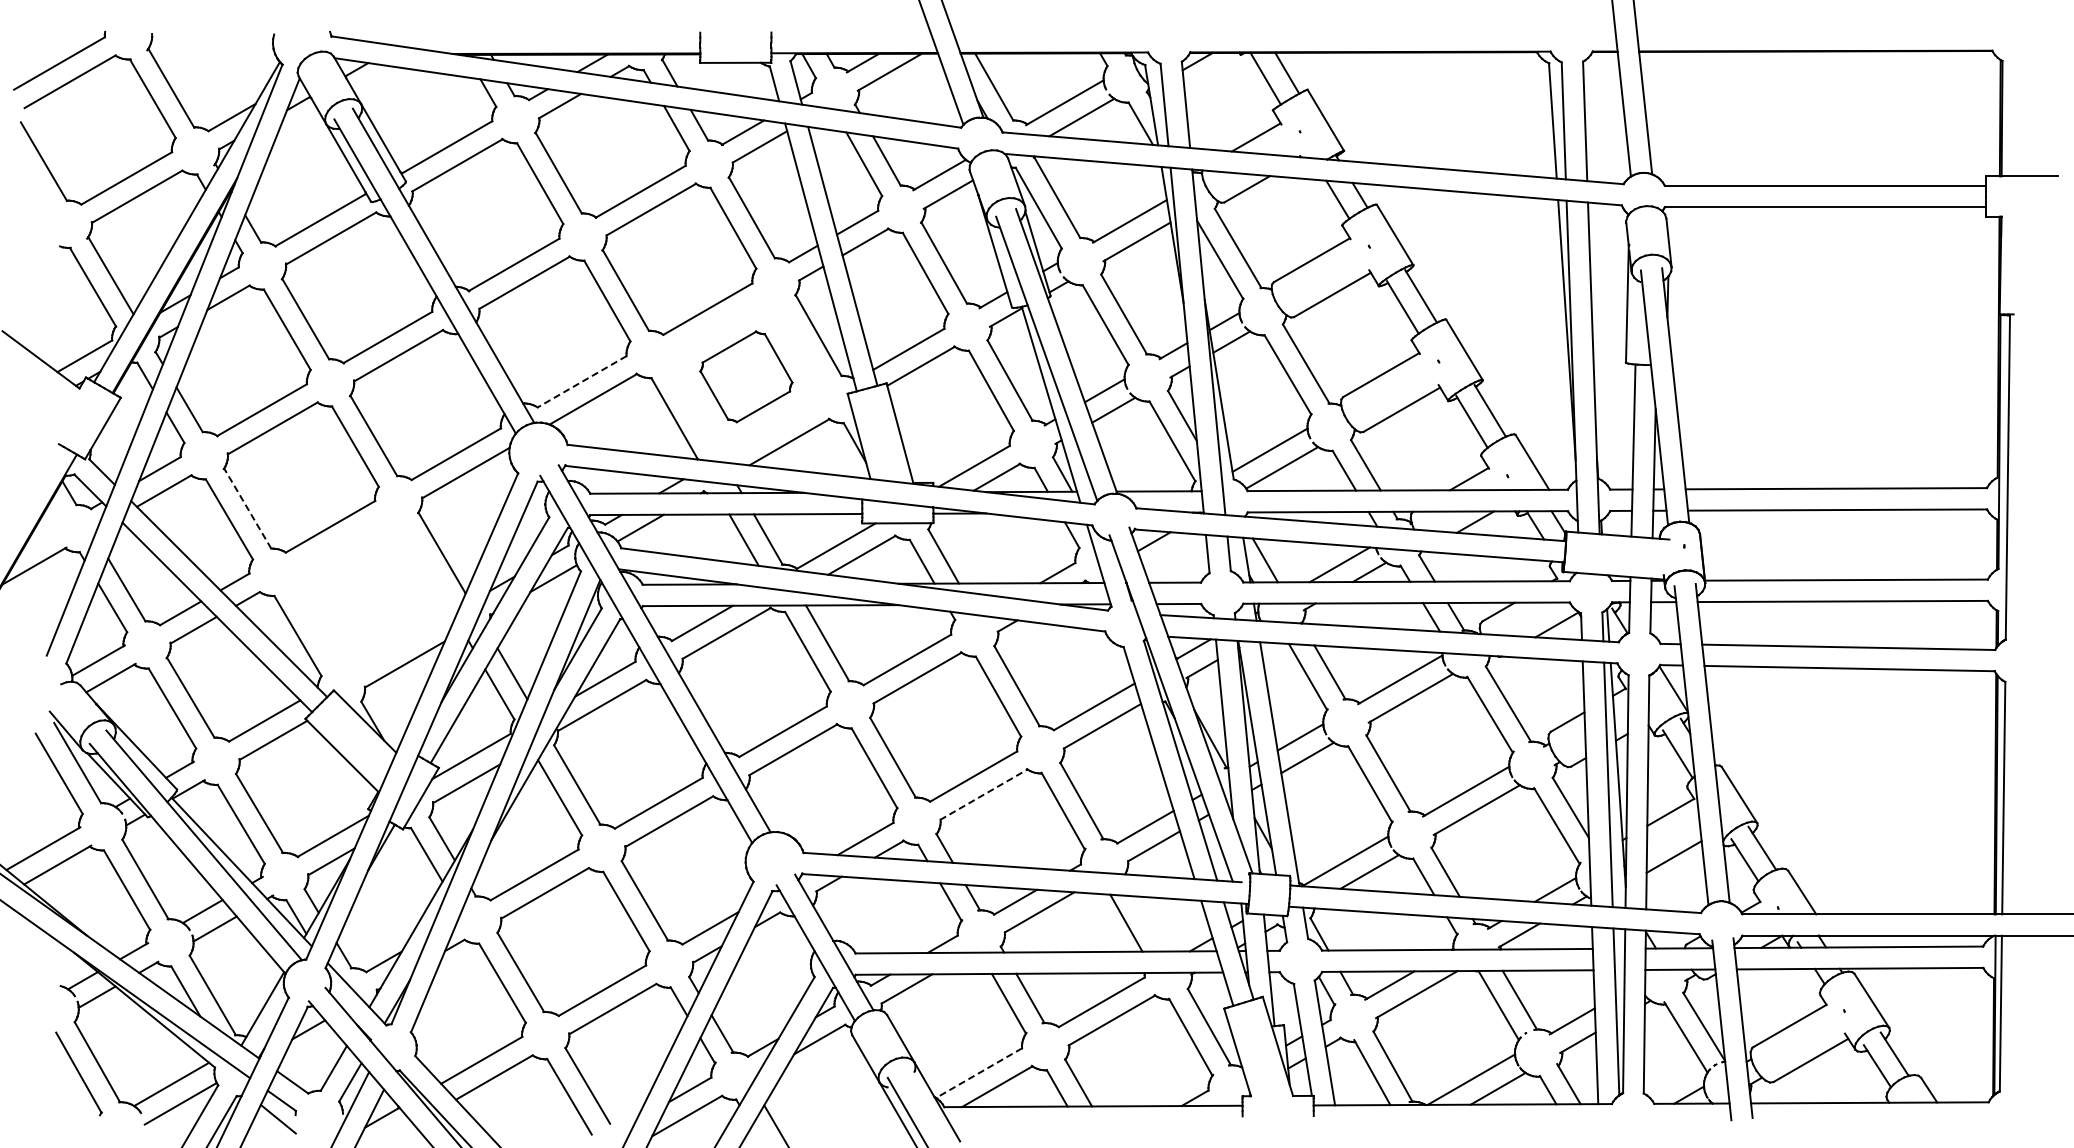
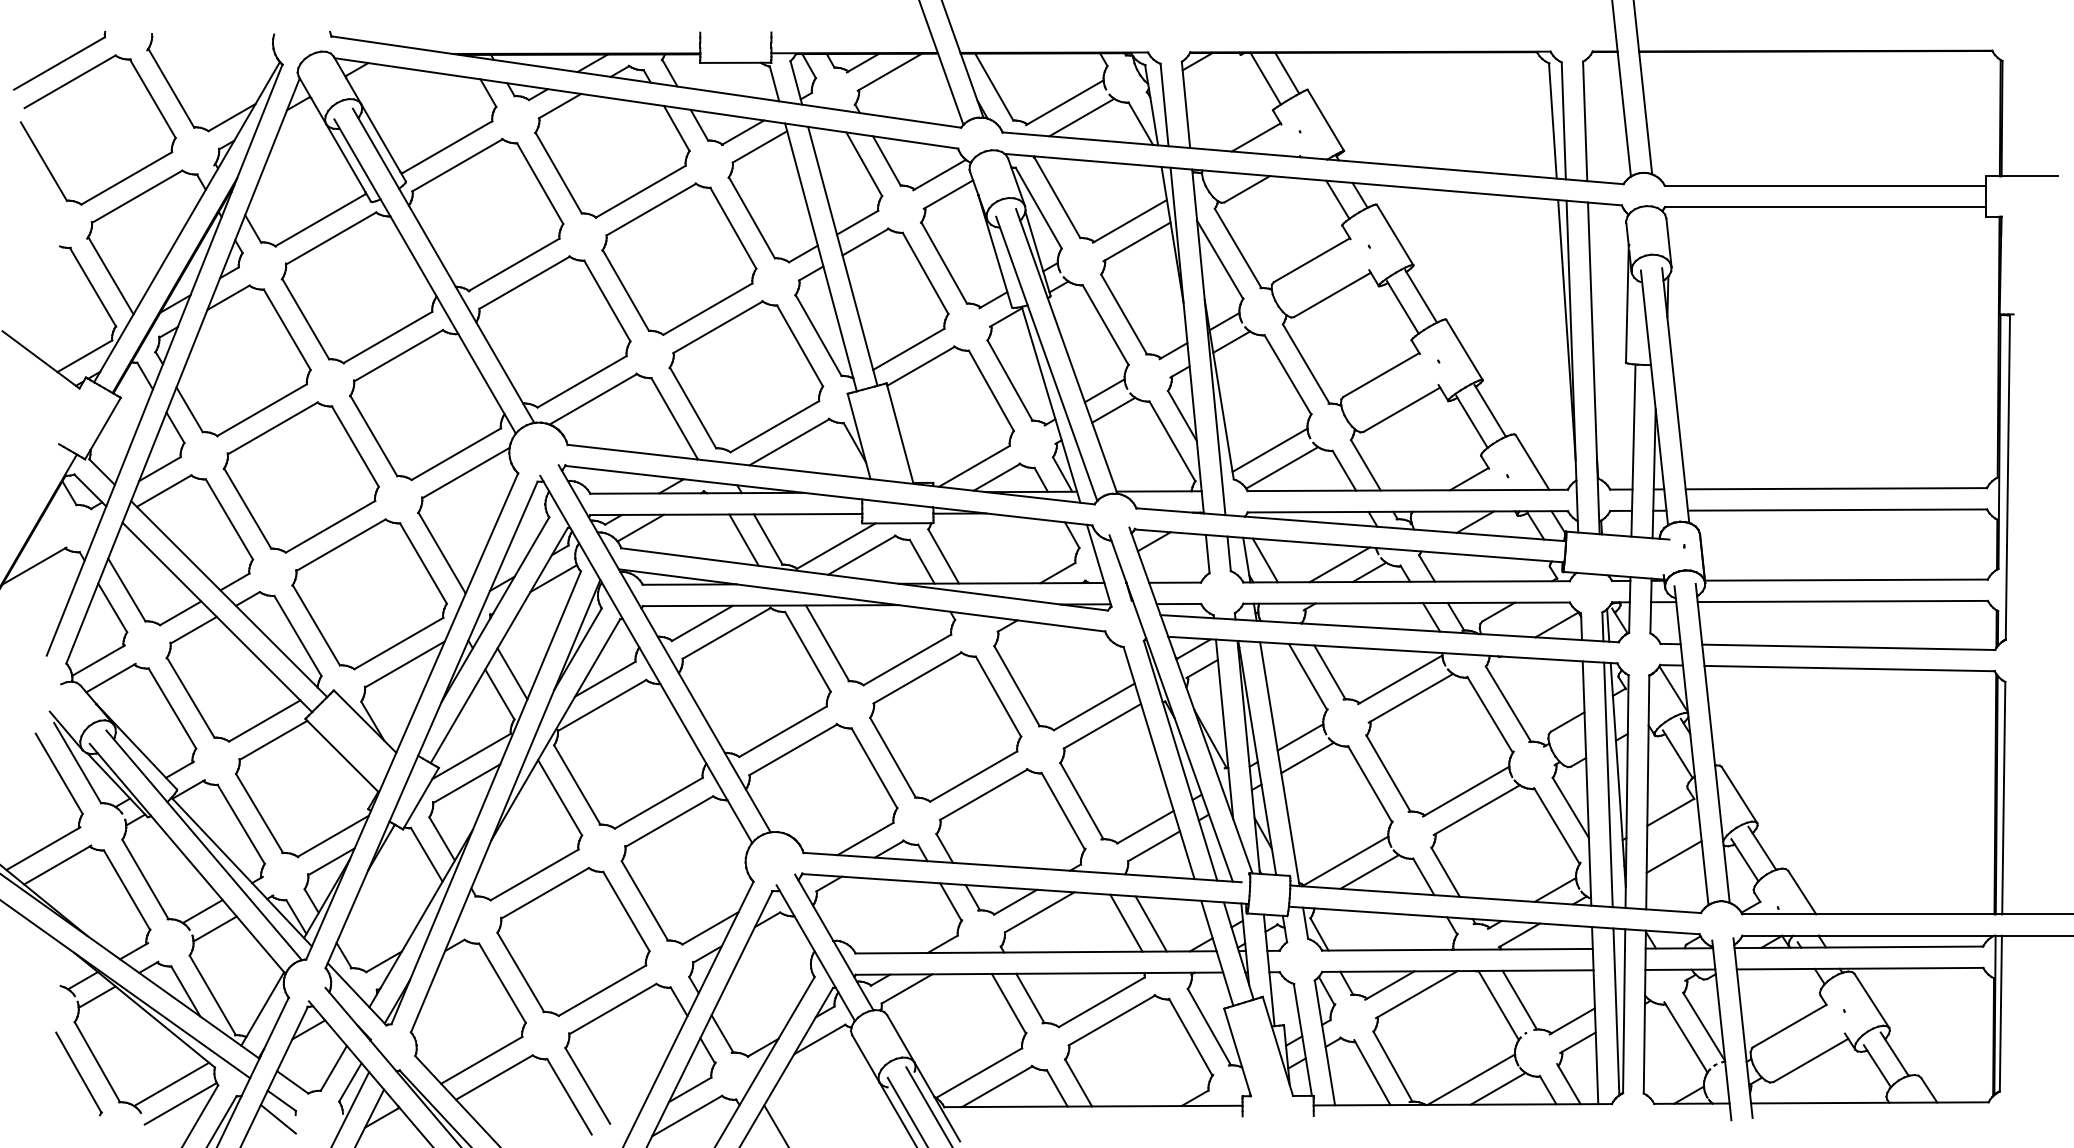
part at (746, 376) size: 95x94 px -> 157x154 px
line at (581, 382): dashed -> solid
line at (247, 508): dashed -> solid
part at (369, 594): none -> present
line at (983, 794): dashed -> solid
line at (1150, 923): none -> present
line at (979, 1073): dashed -> solid
line at (928, 1105): none -> present
